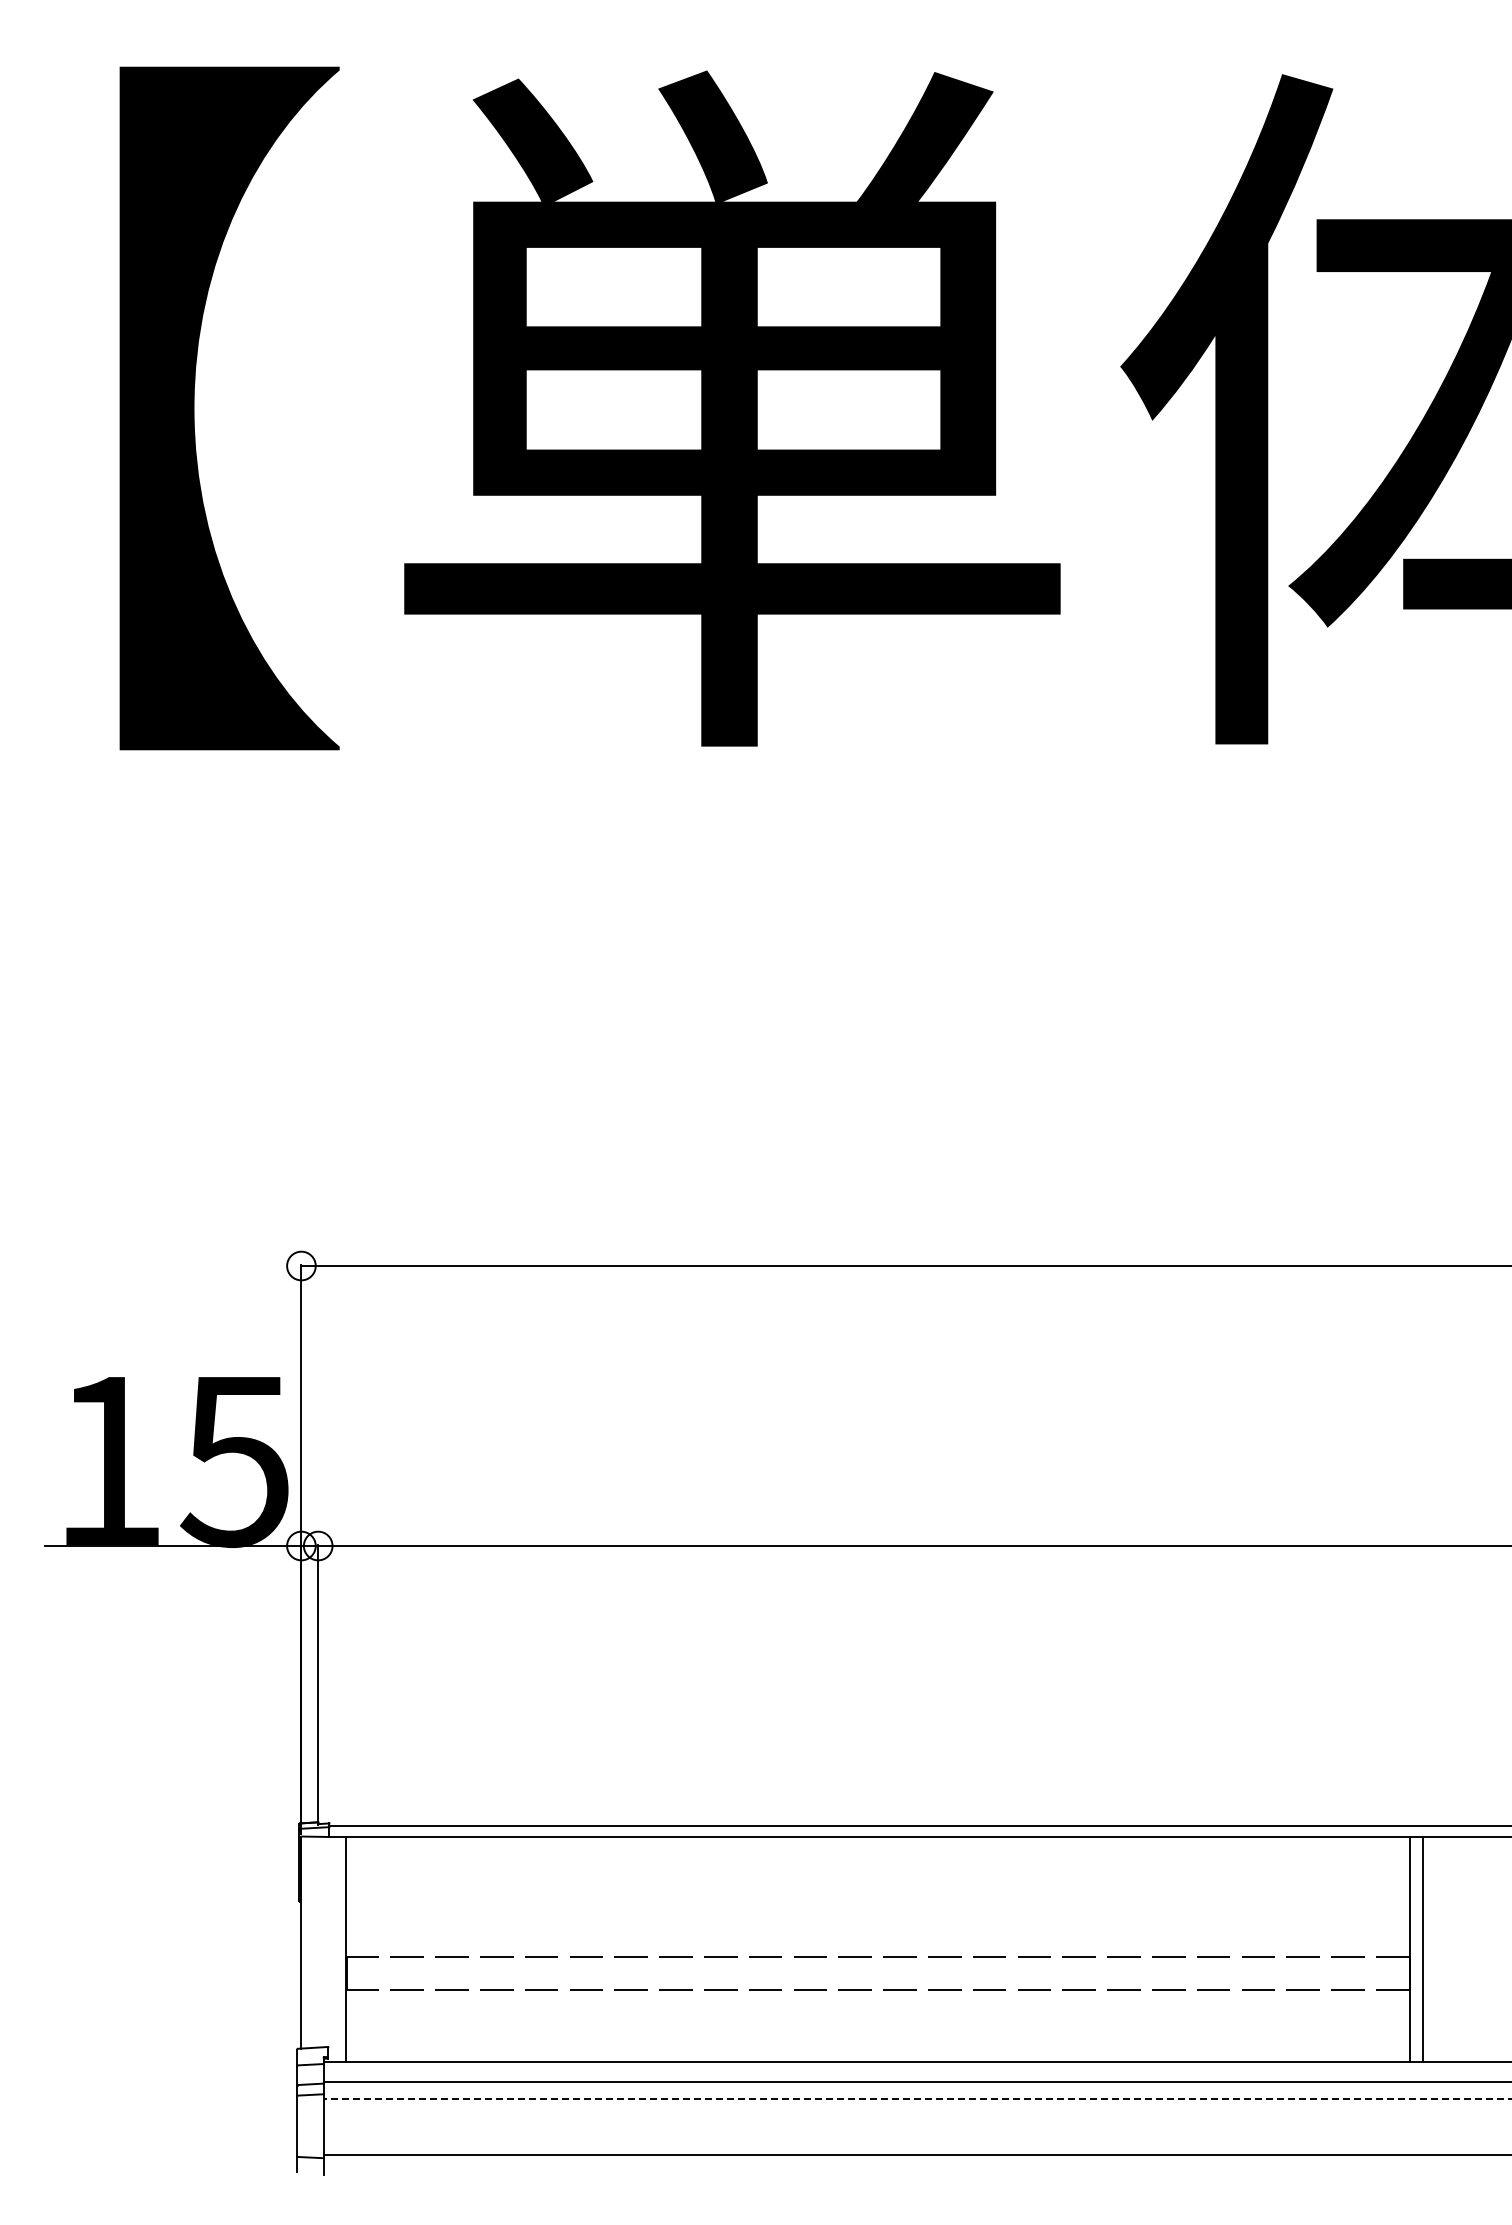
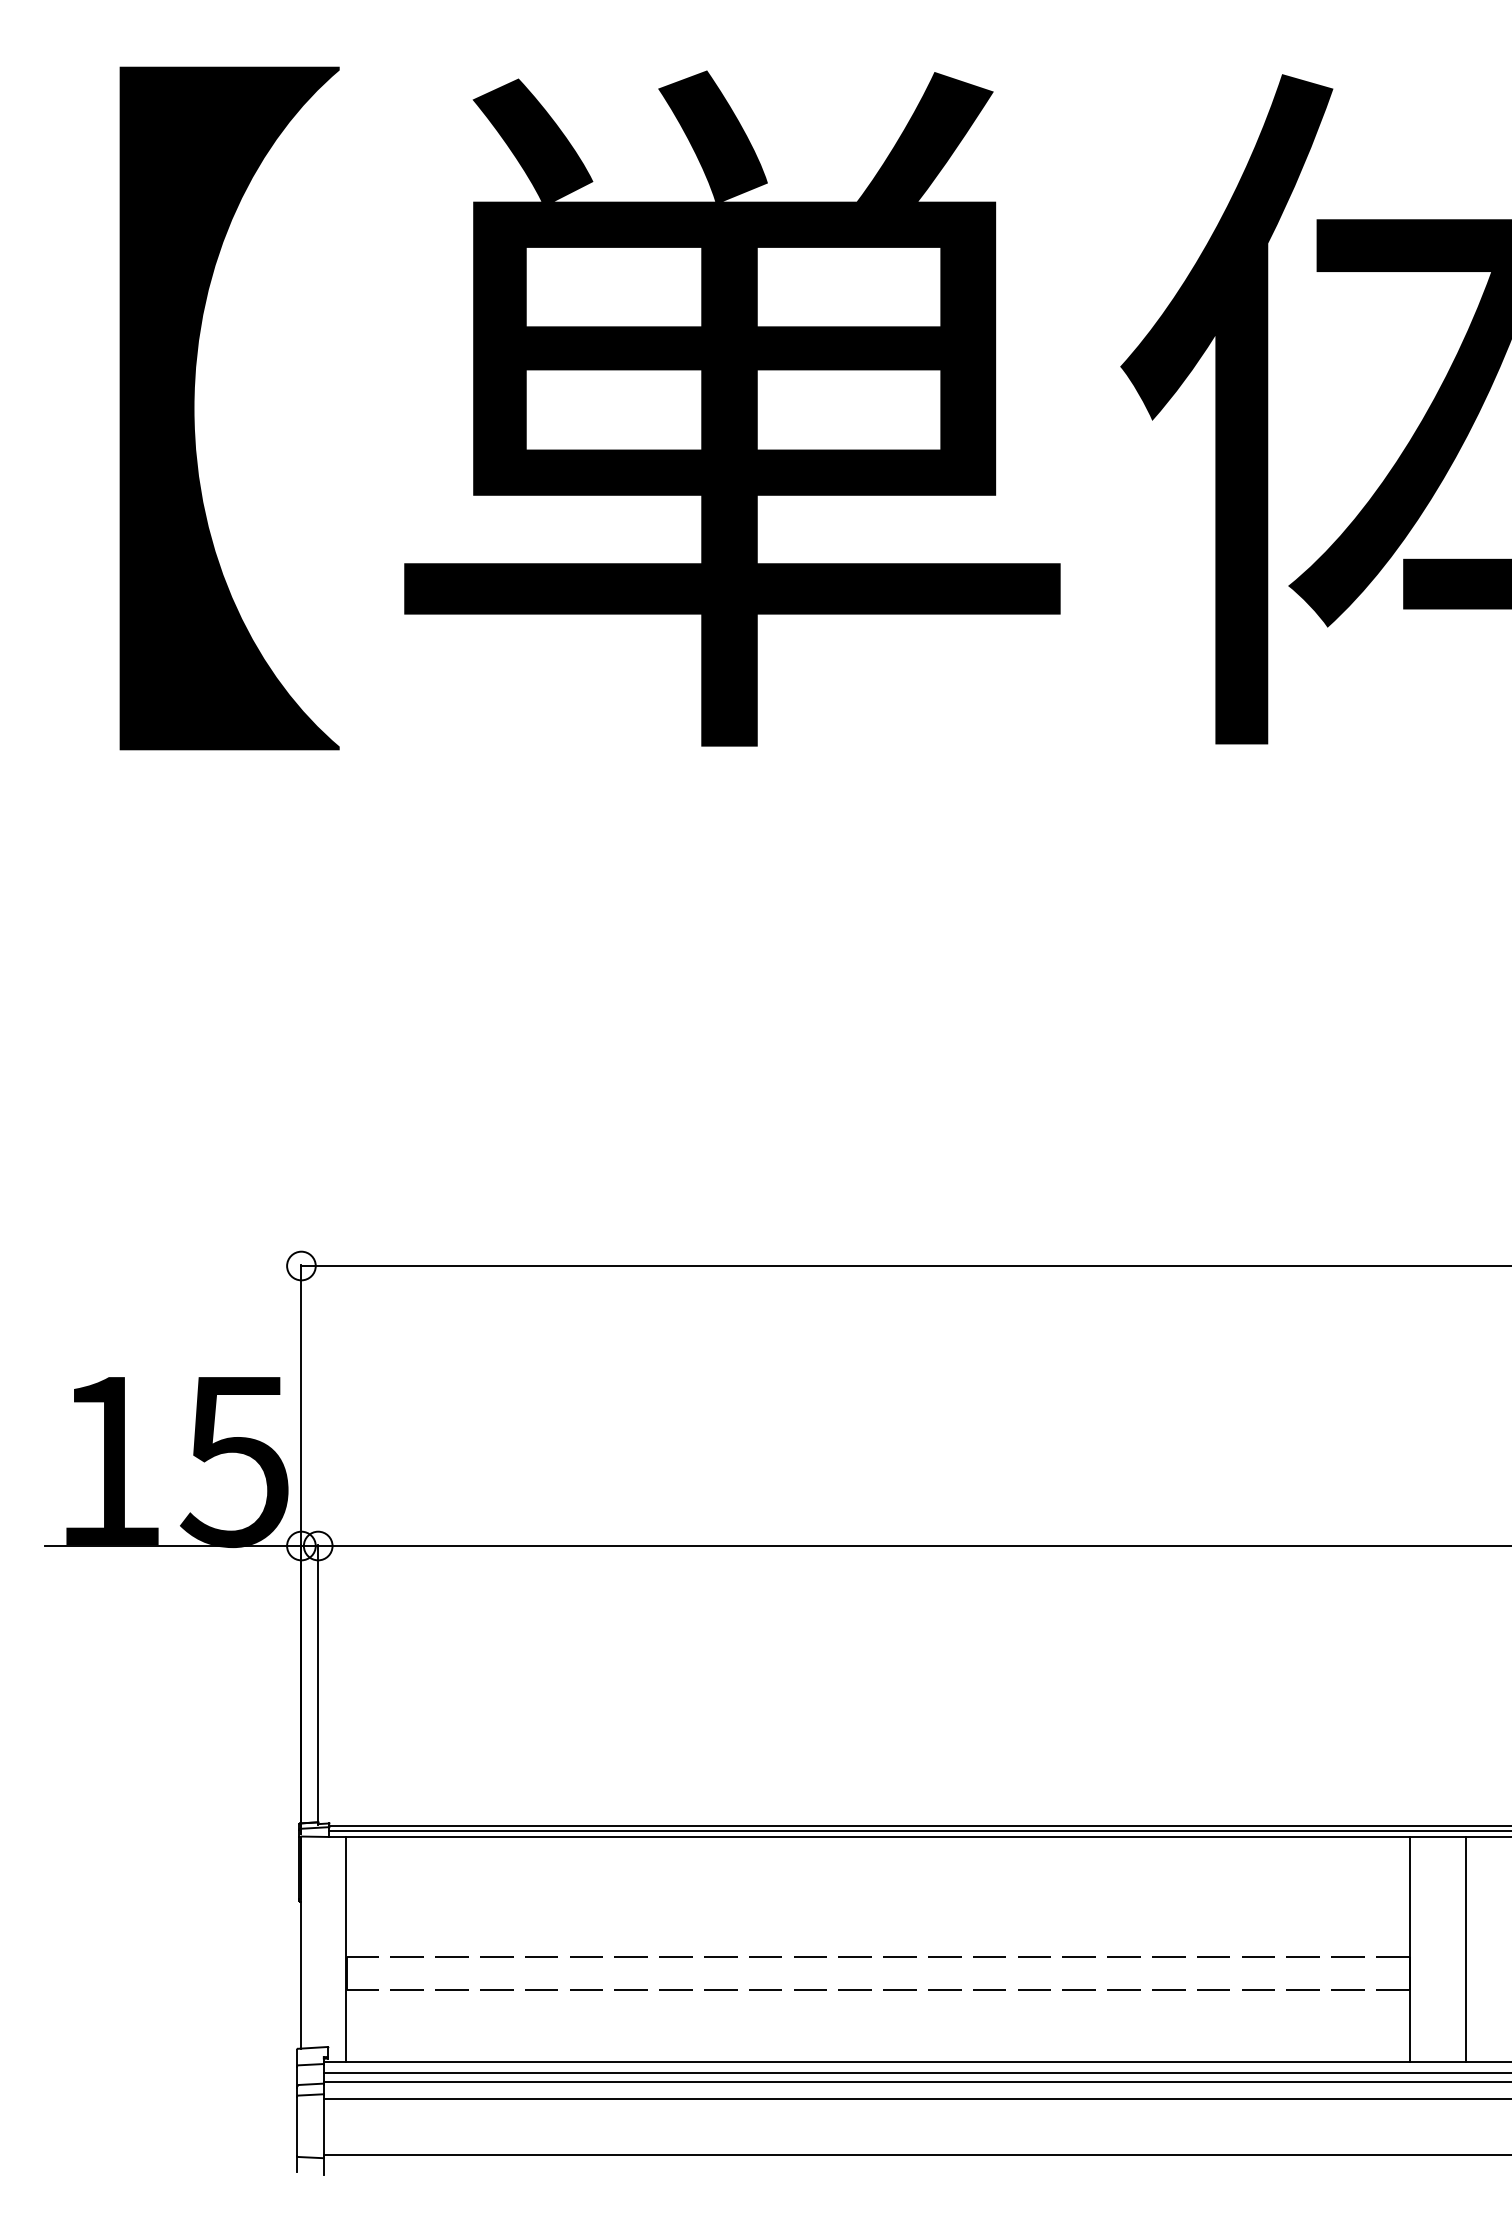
line at (918, 1830): none -> present
line at (1423, 1948) position: (1423, 1948) -> (1466, 1948)
line at (915, 2073): none -> present
line at (917, 2098): dashed -> solid
